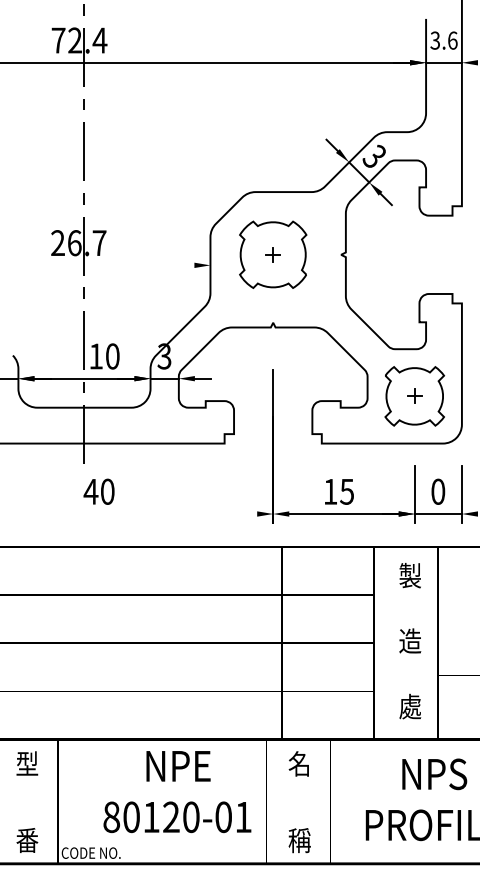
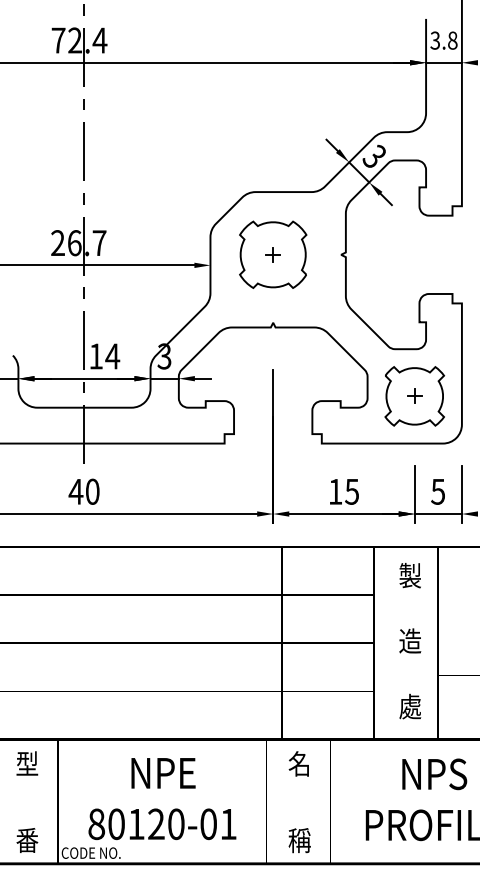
text at (452, 40): 3.6 -> 3.8
line at (98, 265): none -> present
text at (112, 356): 10 -> 14
text at (98, 491) position: (98, 491) -> (83, 491)
text at (339, 491) position: (339, 491) -> (344, 491)
text at (438, 491): 0 -> 5
line at (129, 514): none -> present
text at (177, 792) position: (177, 792) -> (162, 799)
